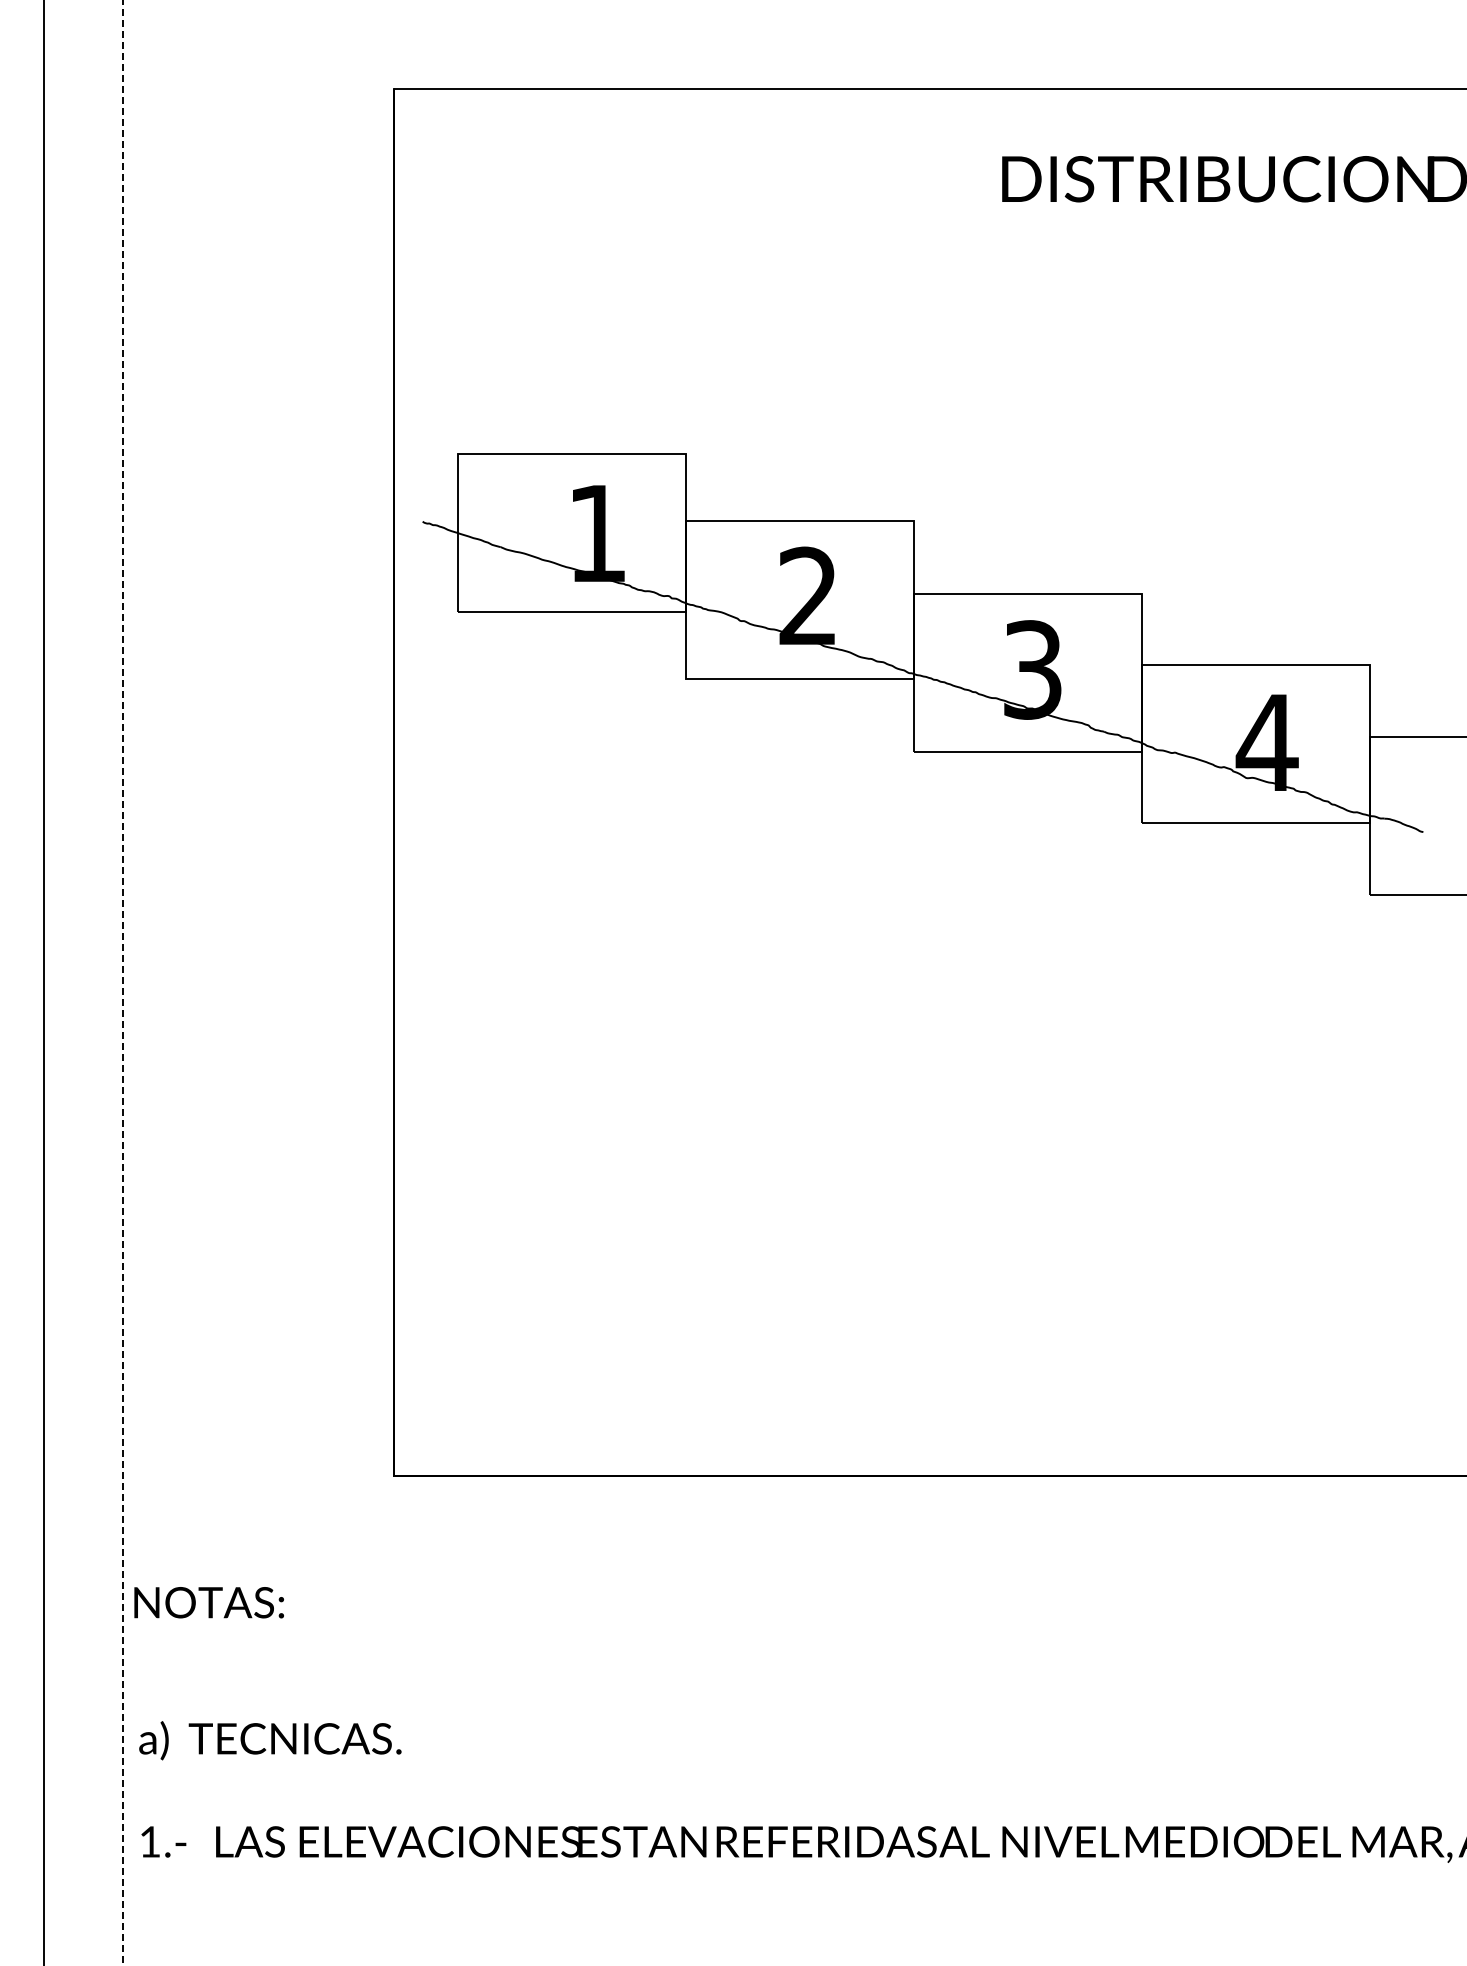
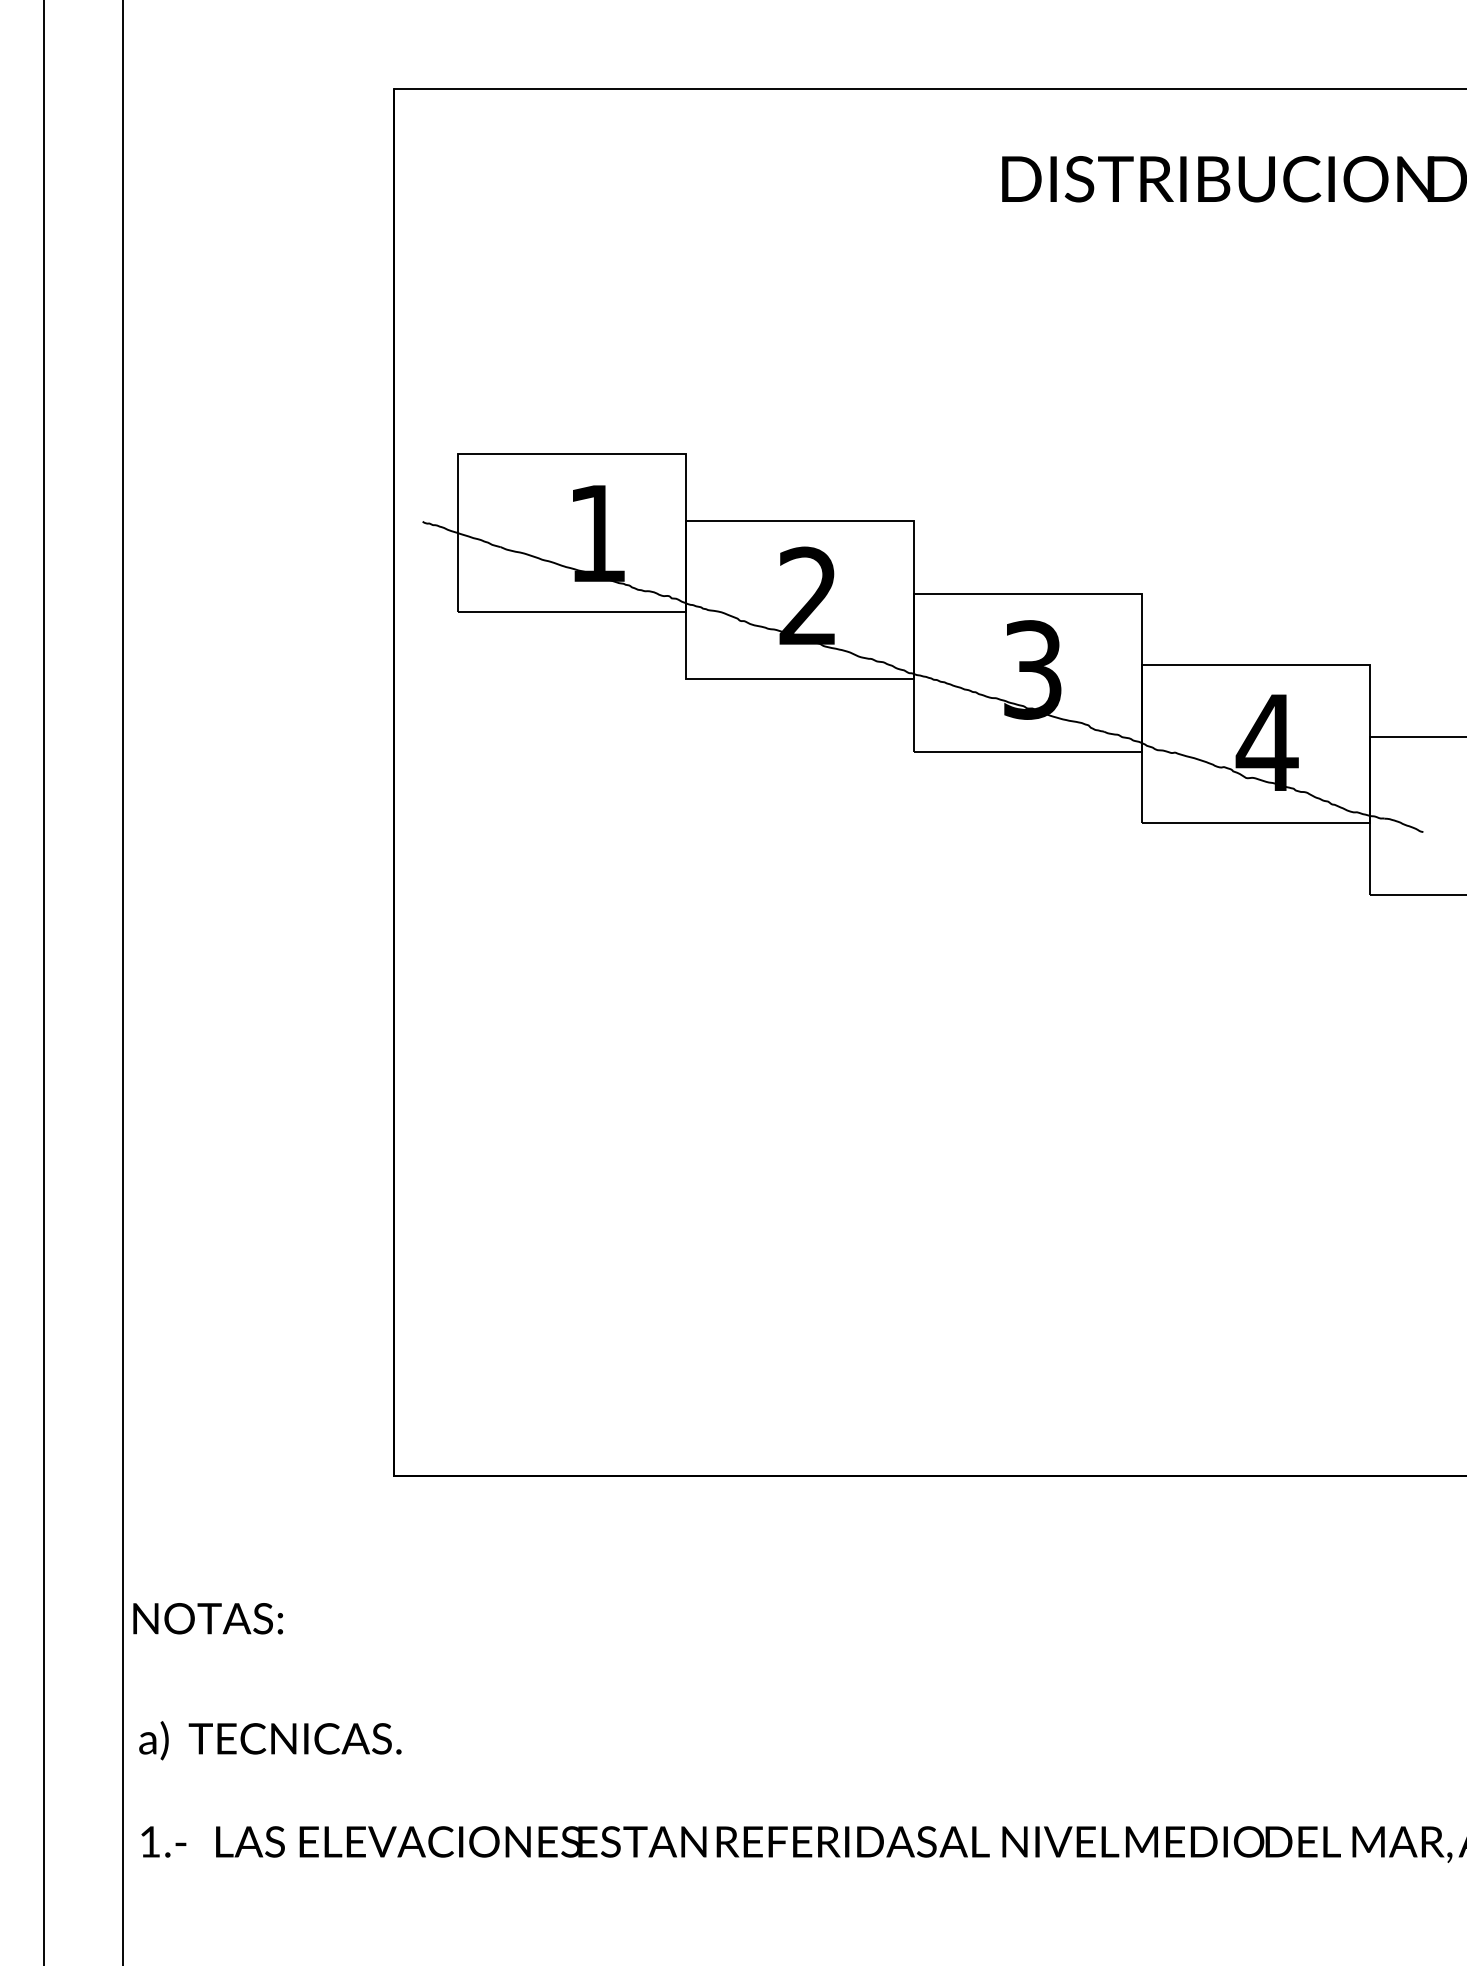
line at (123, 981): dashed -> solid
text at (208, 1602) position: (208, 1602) -> (207, 1618)
